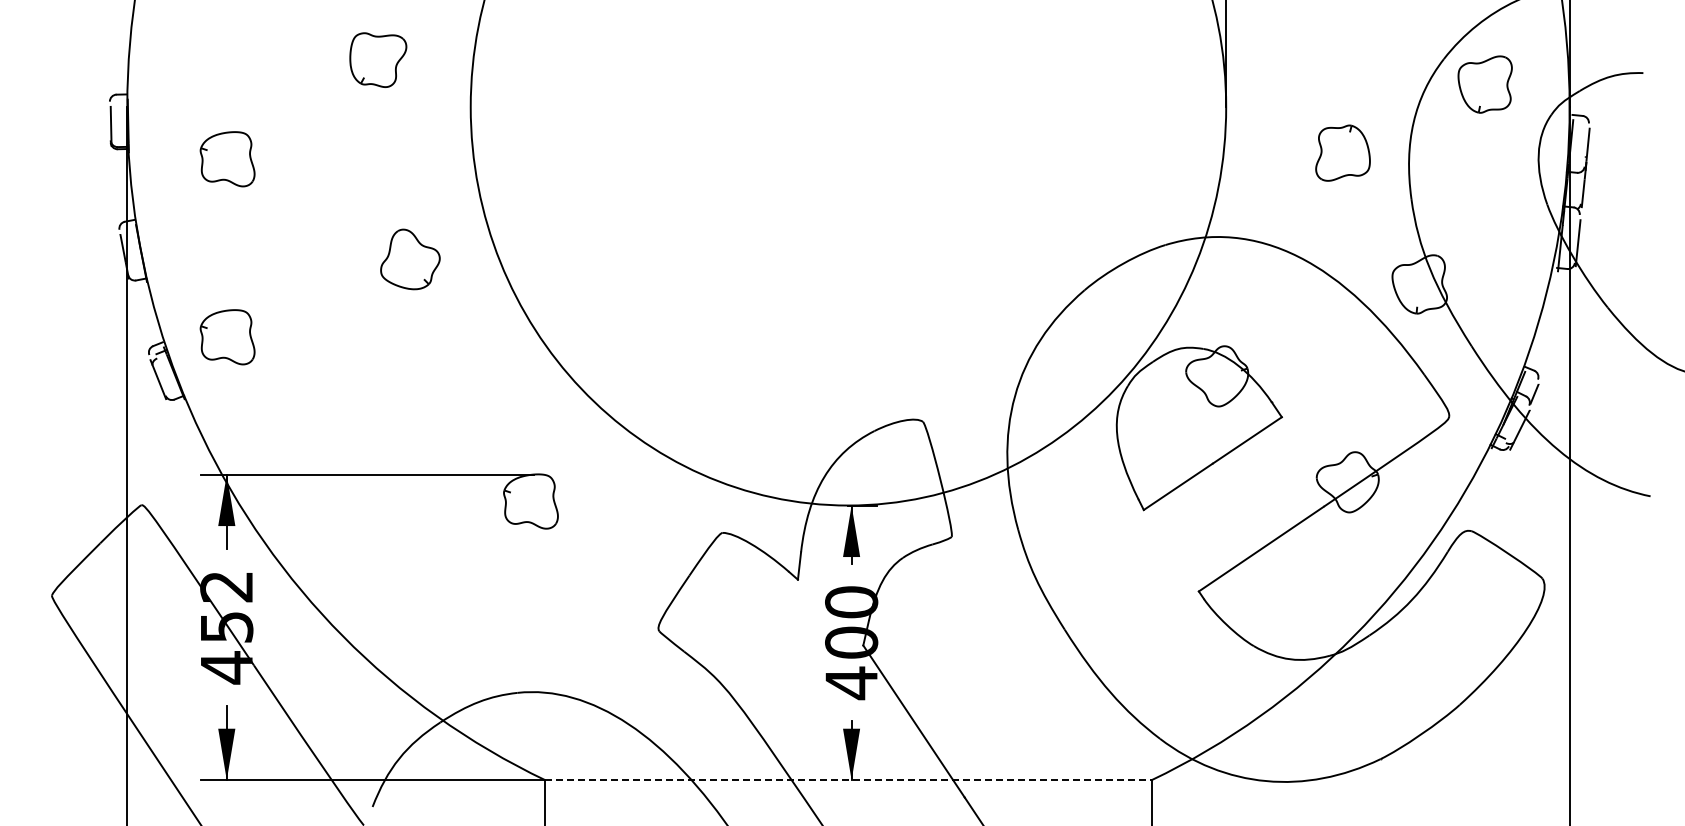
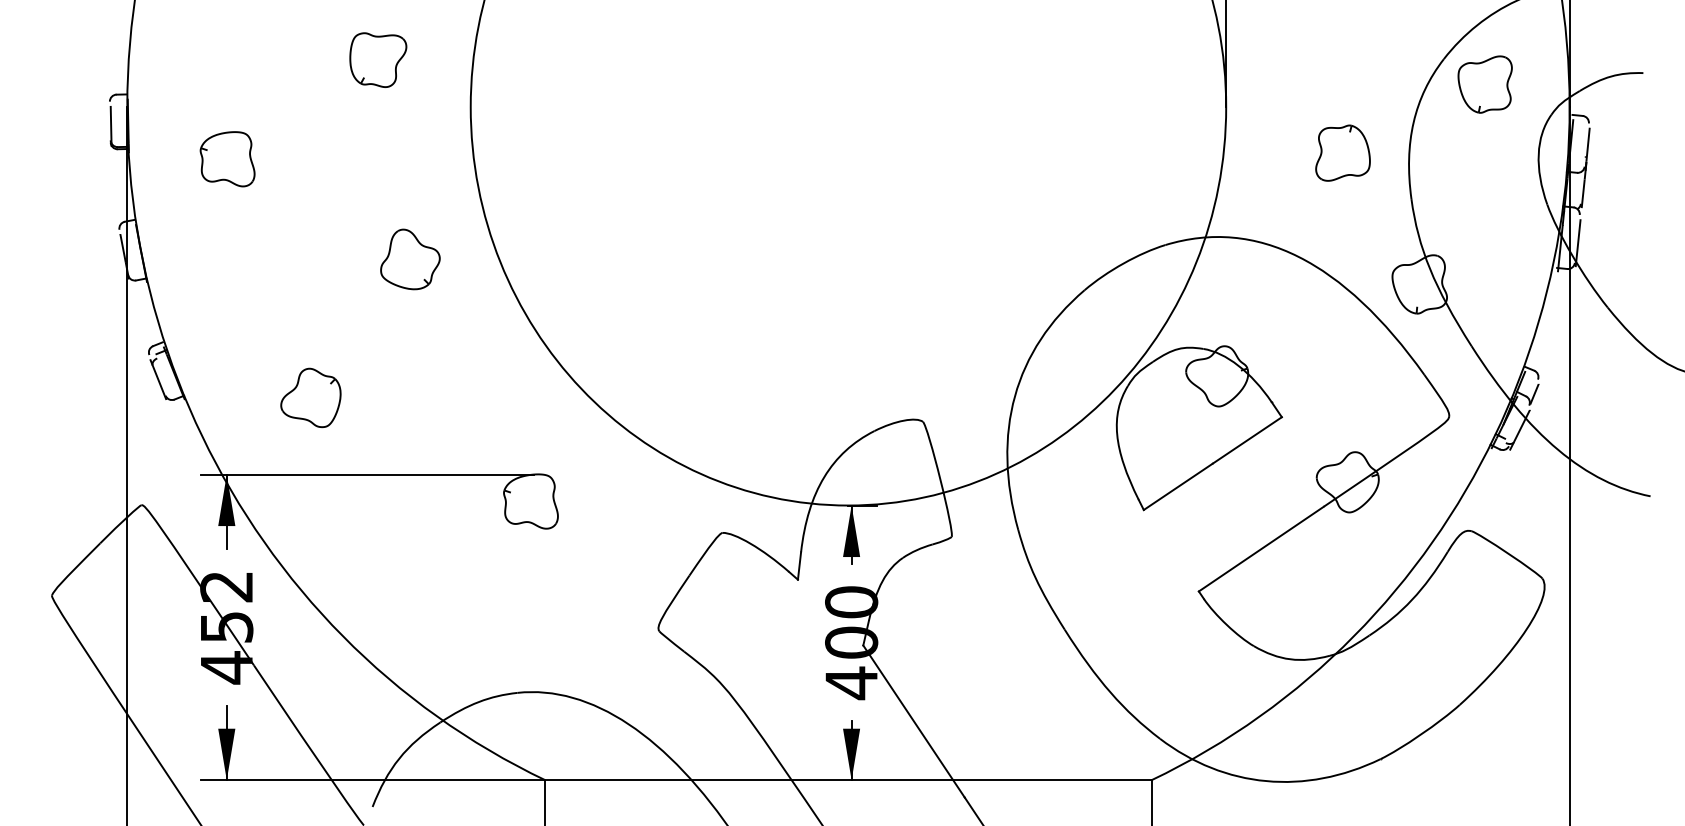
part at (227, 337): present -> none
part at (310, 397): none -> present
line at (848, 780): dashed -> solid
